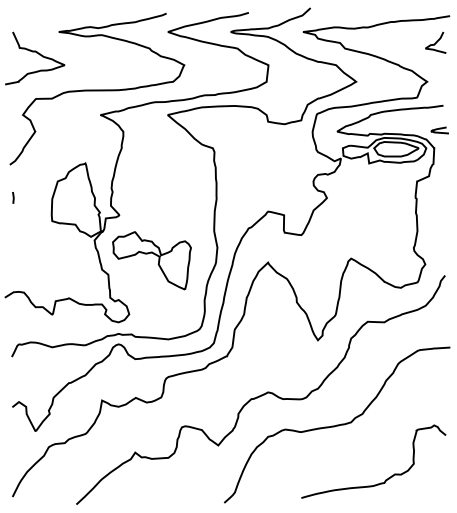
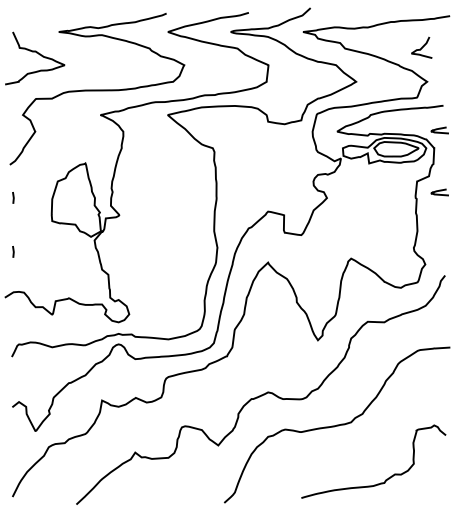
curve at (435, 42) position: (435, 42) -> (421, 47)
curve at (439, 191): none -> present
line at (13, 251): none -> present
part at (153, 254): present -> none
